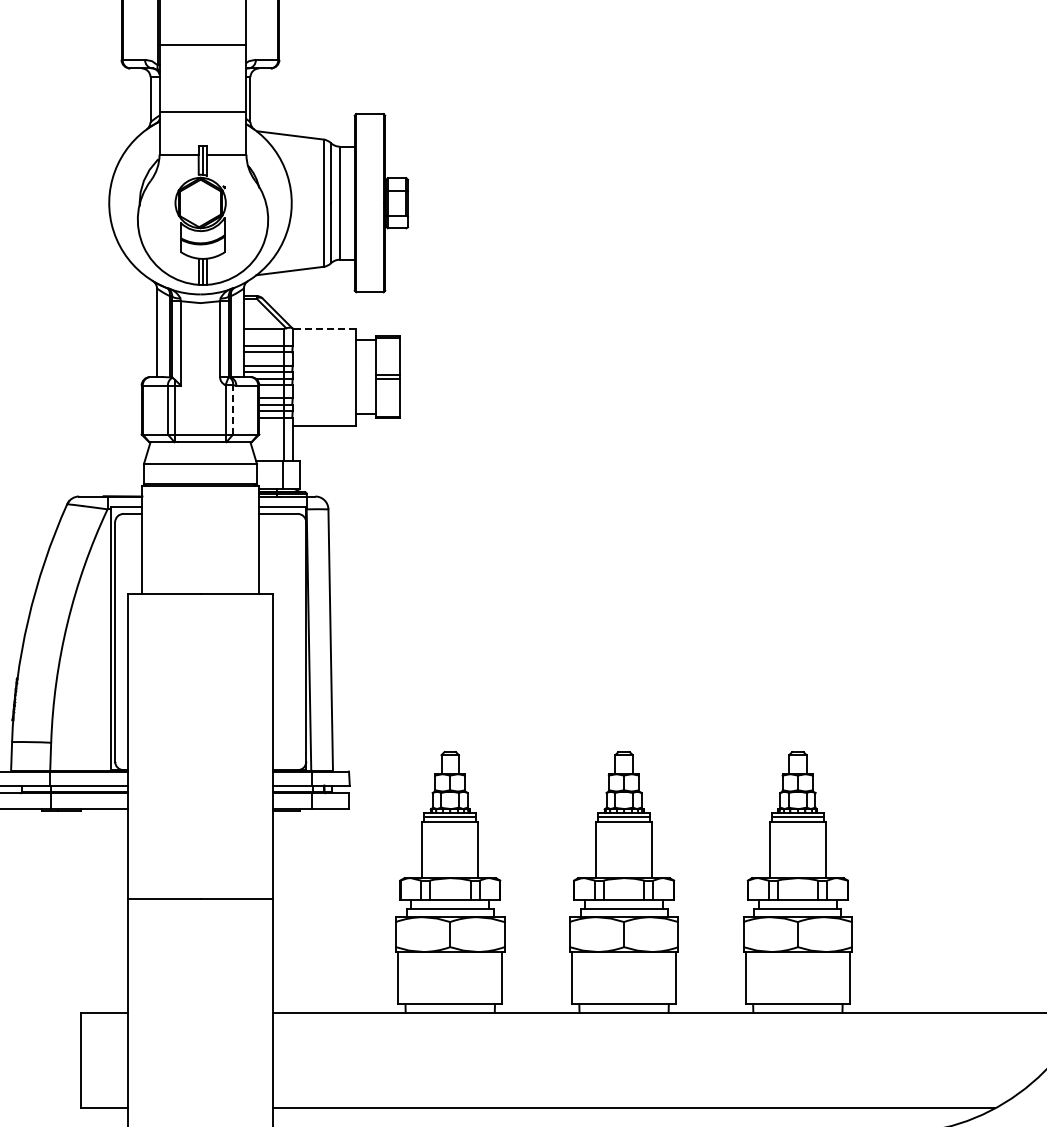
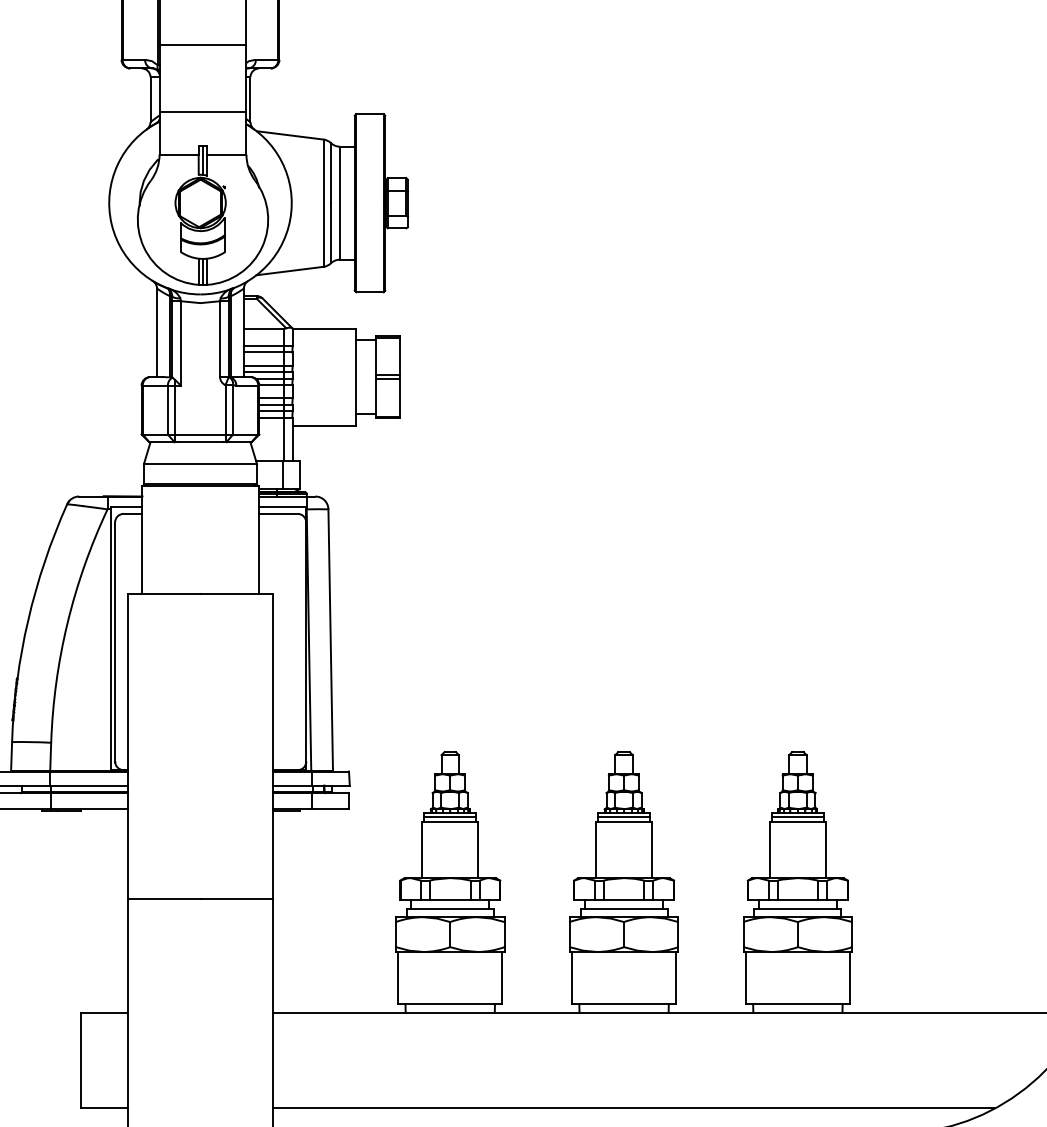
line at (324, 328): dashed -> solid
line at (233, 409): dashed -> solid
